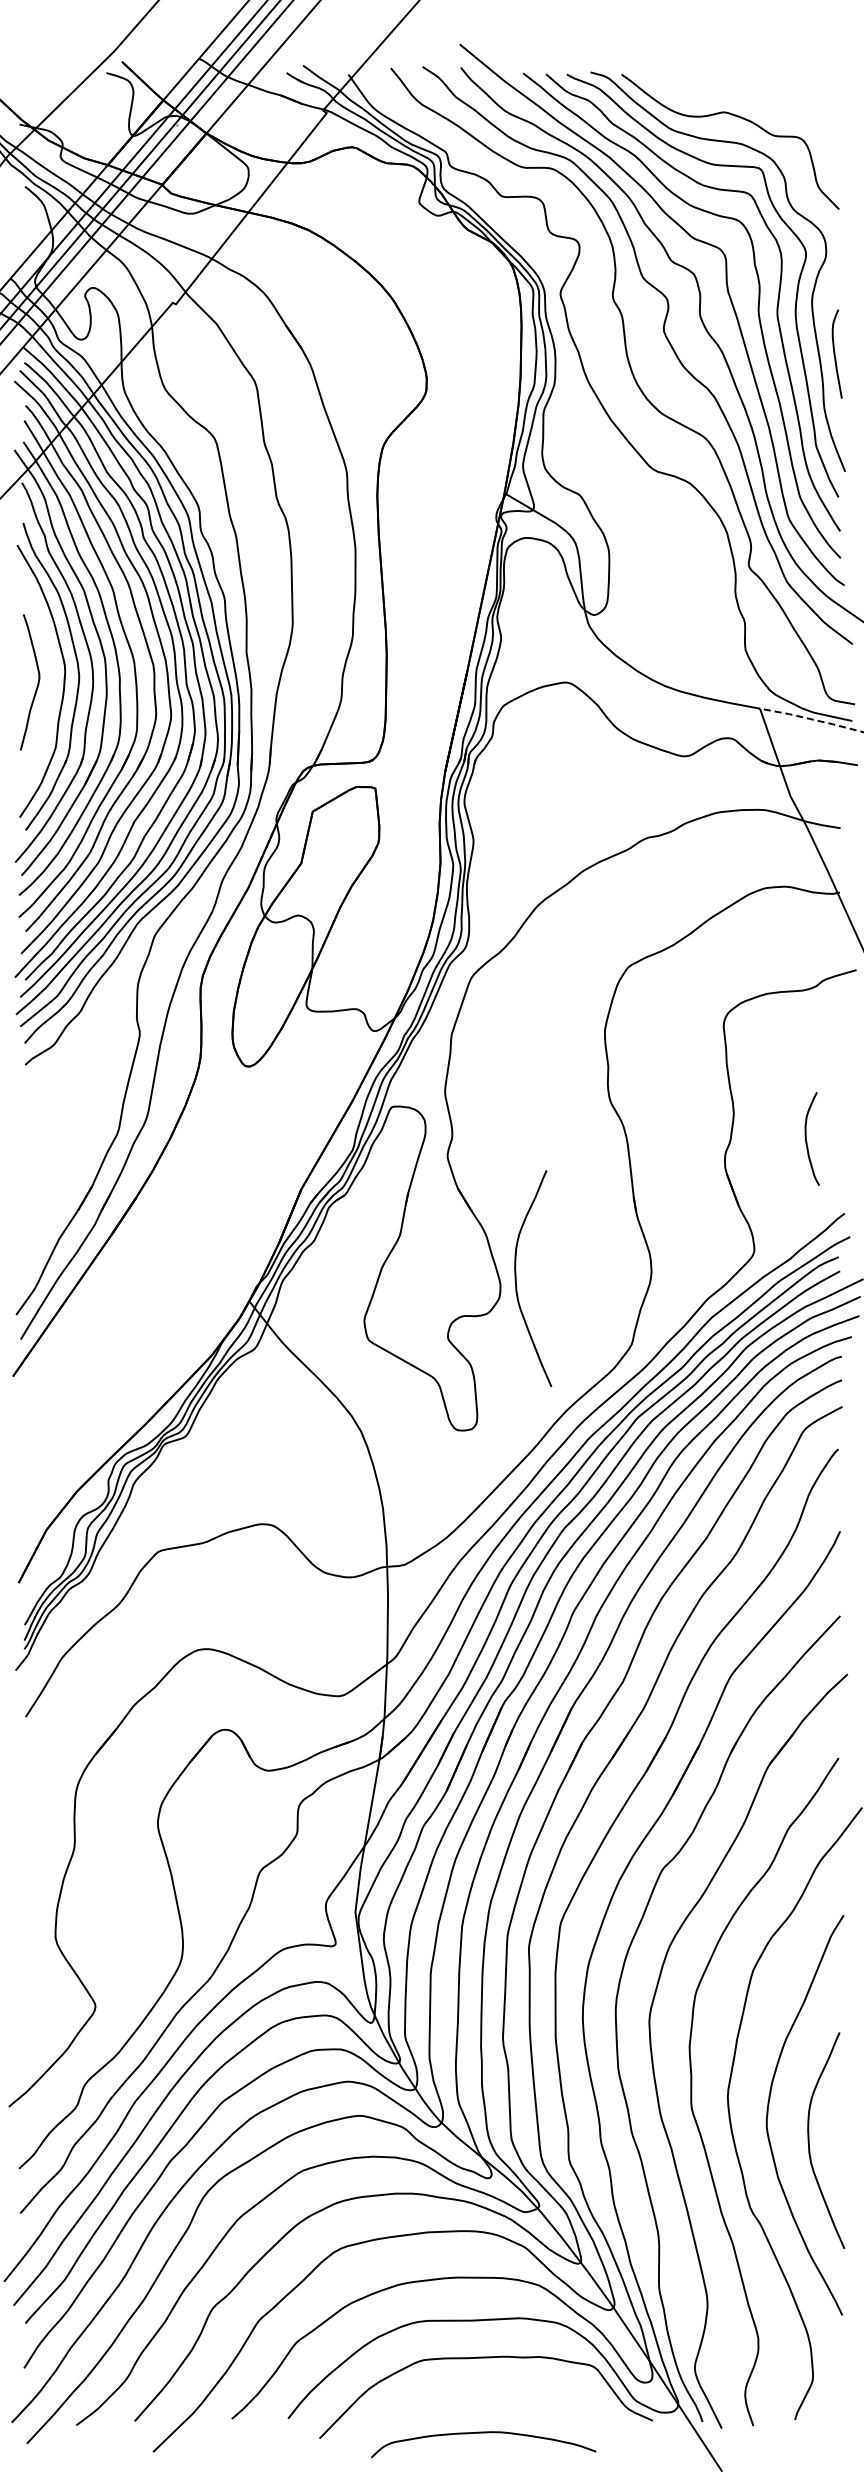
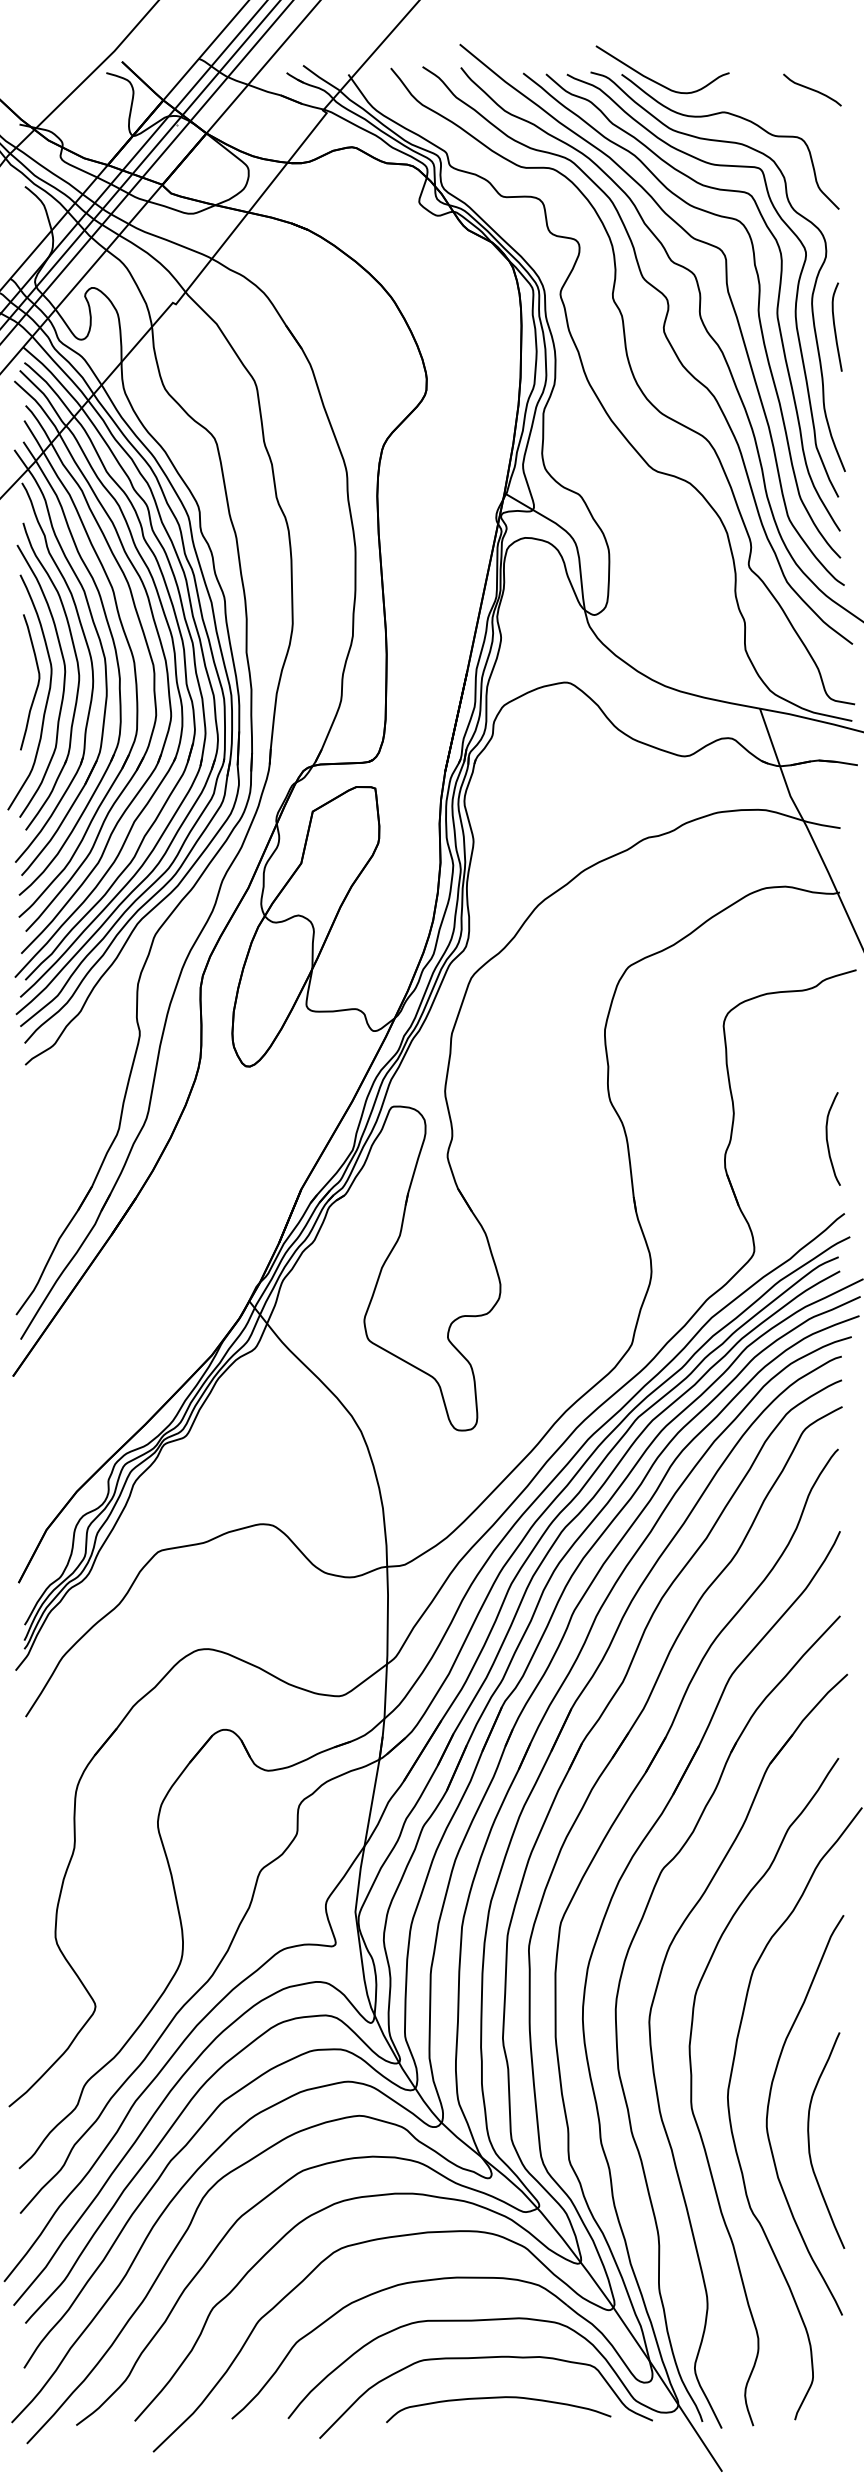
curve at (656, 81): none -> present
curve at (812, 89): none -> present
curve at (835, 353) position: (835, 353) -> (835, 326)
curve at (46, 698): none -> present
line at (811, 719): dashed -> solid
curve at (806, 1138) position: (806, 1138) -> (827, 1138)
curve at (516, 1278): present -> none
curve at (483, 2433) position: (483, 2433) -> (498, 2398)
